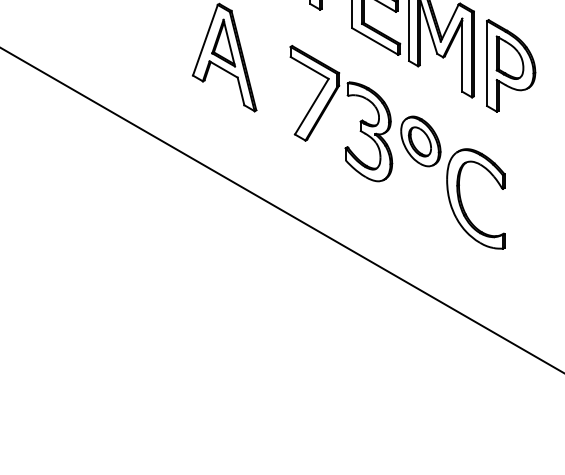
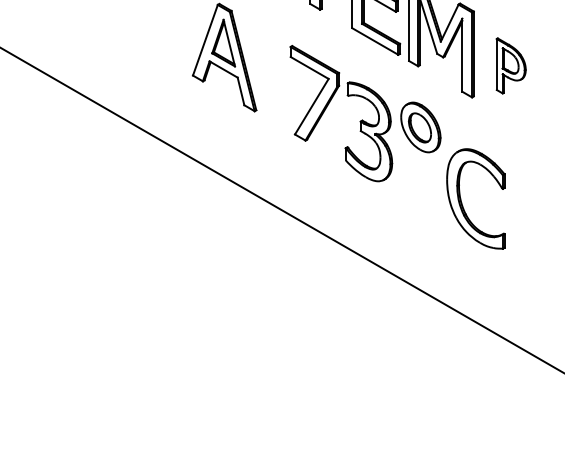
part at (511, 65) size: 51x94 px -> 32x58 px
part at (420, 141) position: (420, 141) -> (420, 127)
